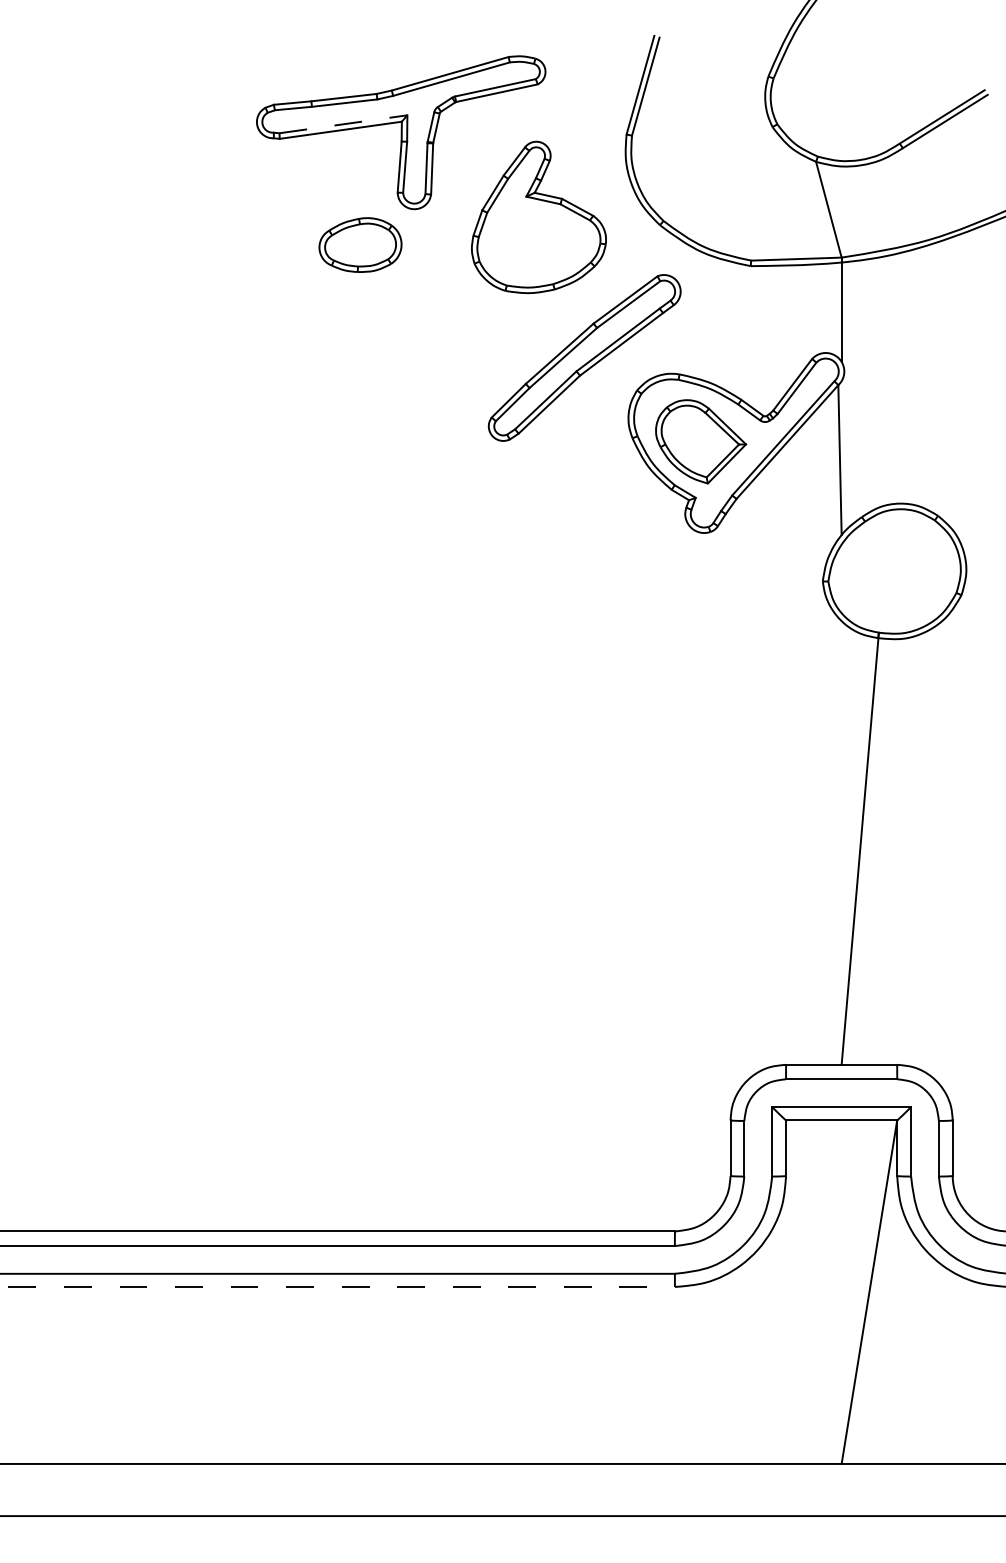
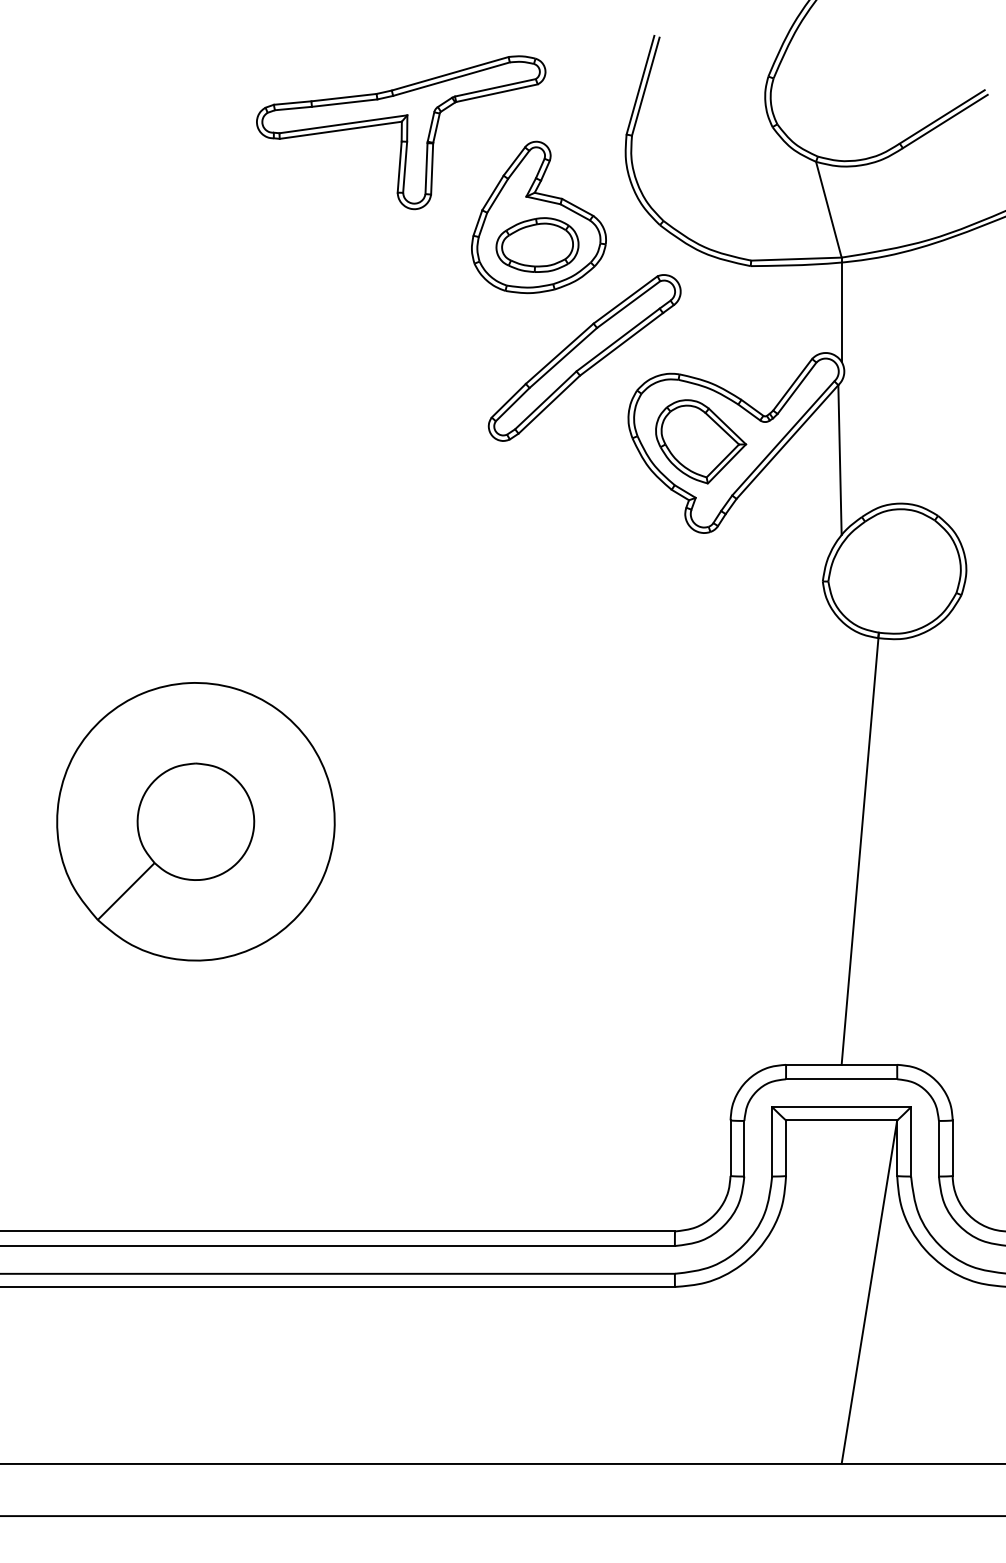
line at (343, 124): dashed -> solid
part at (360, 244) position: (360, 244) -> (537, 244)
part at (195, 821): none -> present
line at (338, 1286): dashed -> solid
